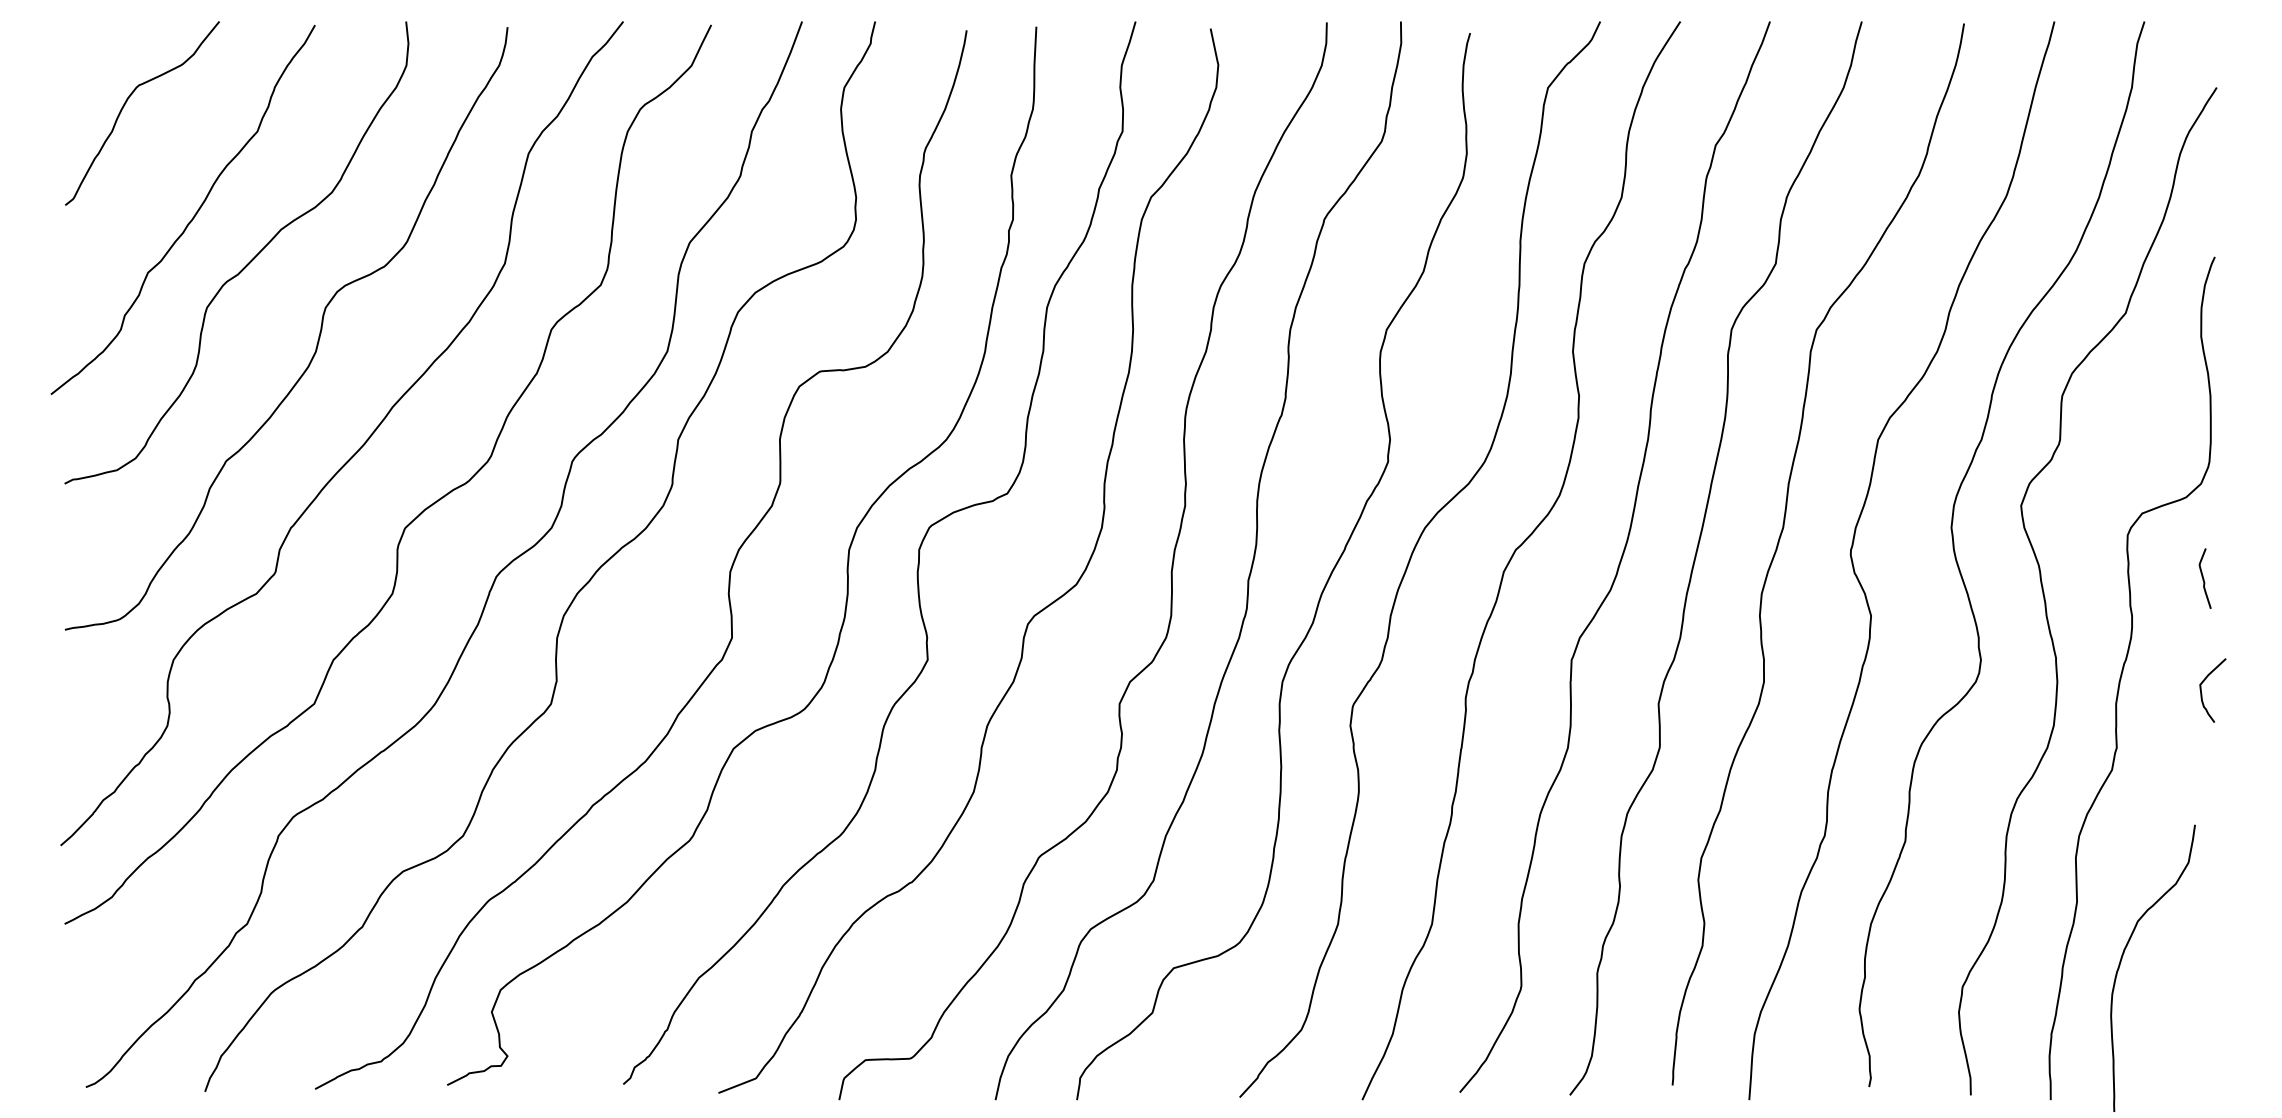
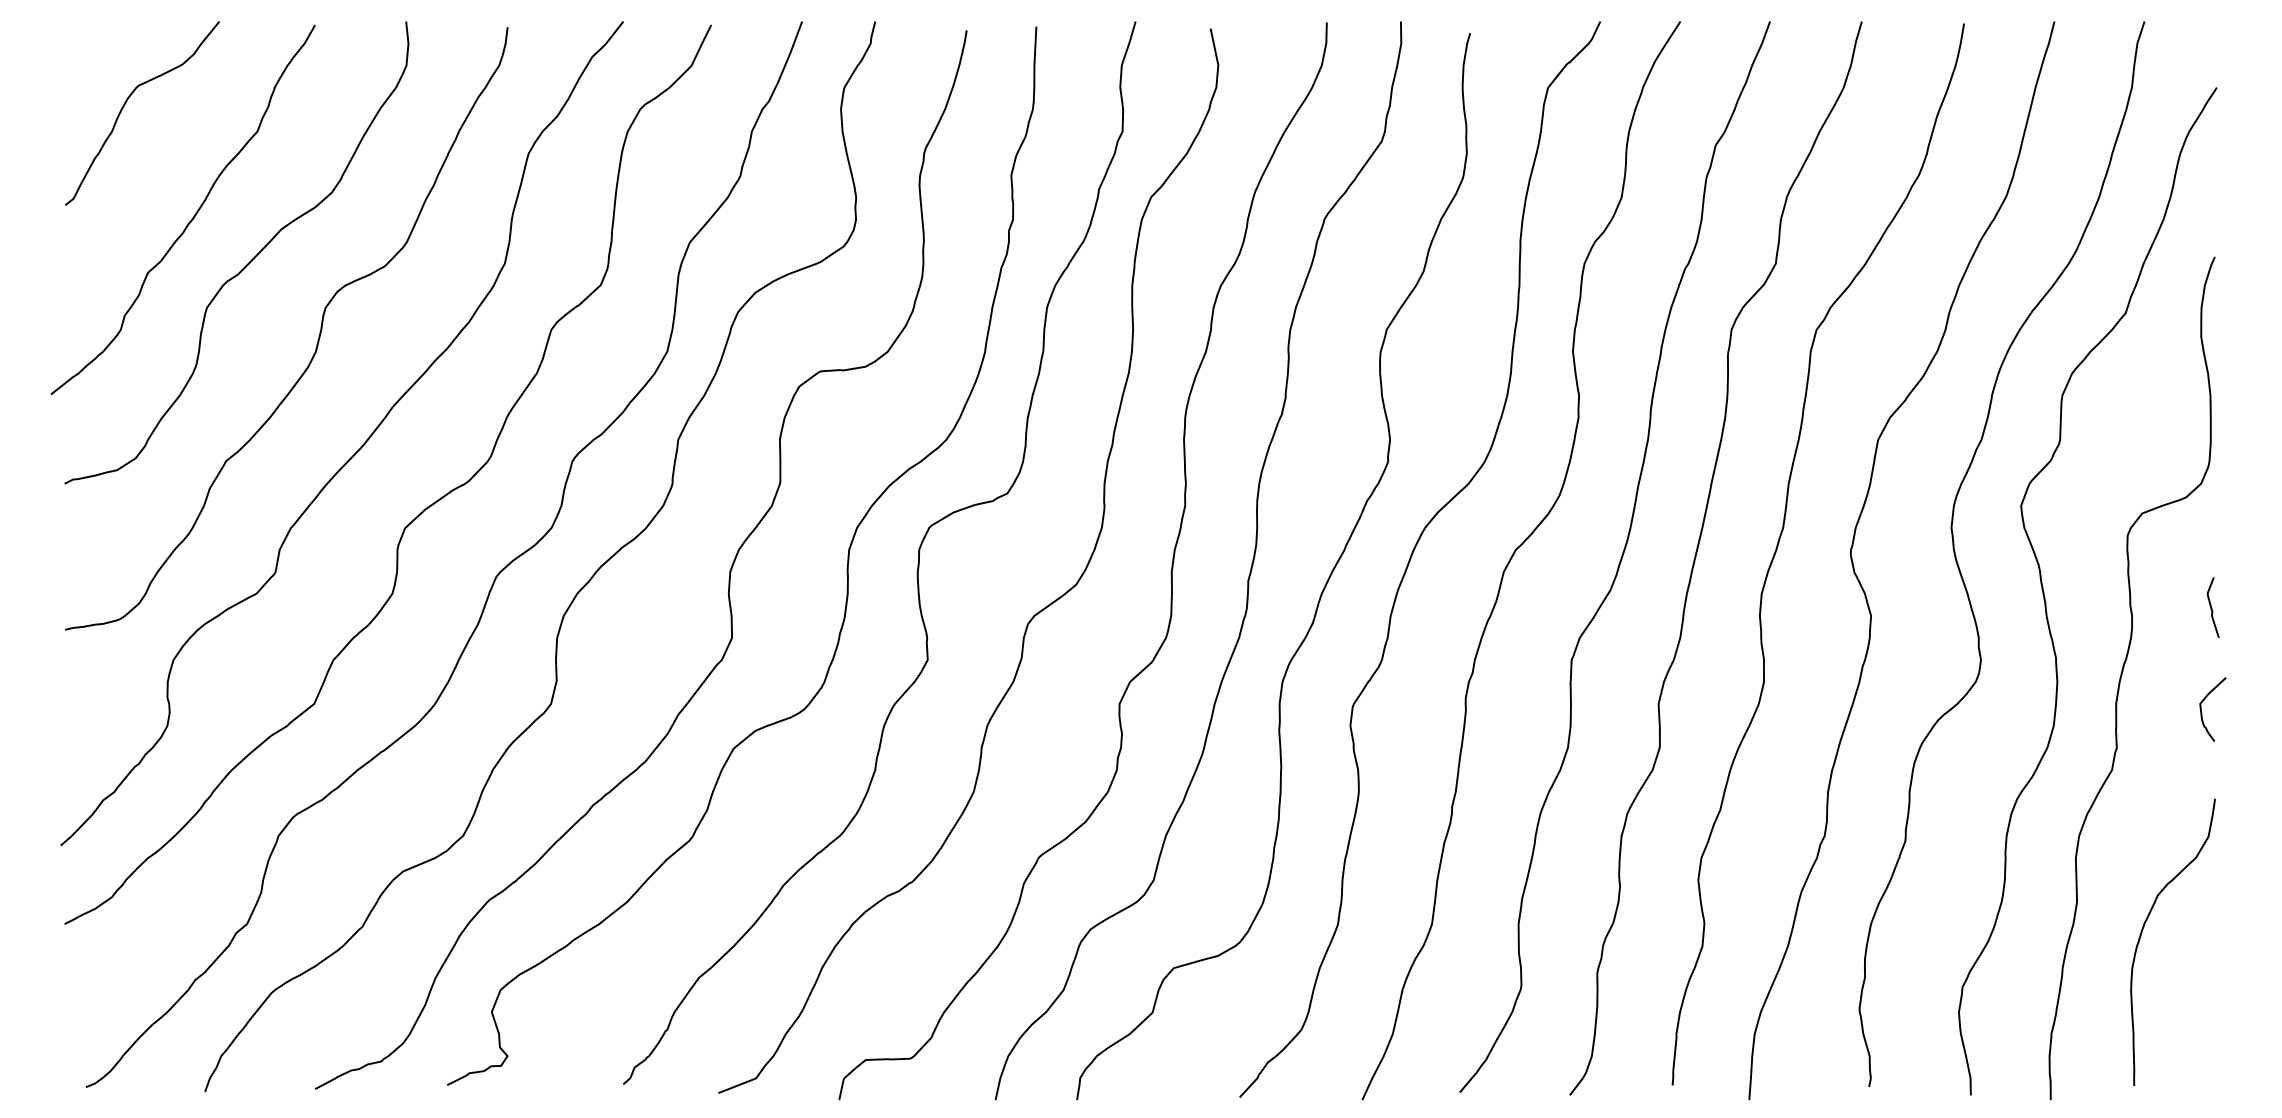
curve at (2204, 578) position: (2204, 578) -> (2212, 607)
curve at (2202, 693) position: (2202, 693) -> (2202, 712)
curve at (2122, 959) position: (2122, 959) -> (2142, 933)
